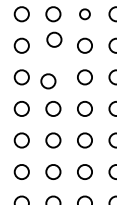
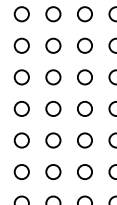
part at (84, 14) size: 12x13 px -> 16x17 px
part at (54, 39) position: (54, 39) -> (53, 45)
part at (48, 81) position: (48, 81) -> (53, 77)
